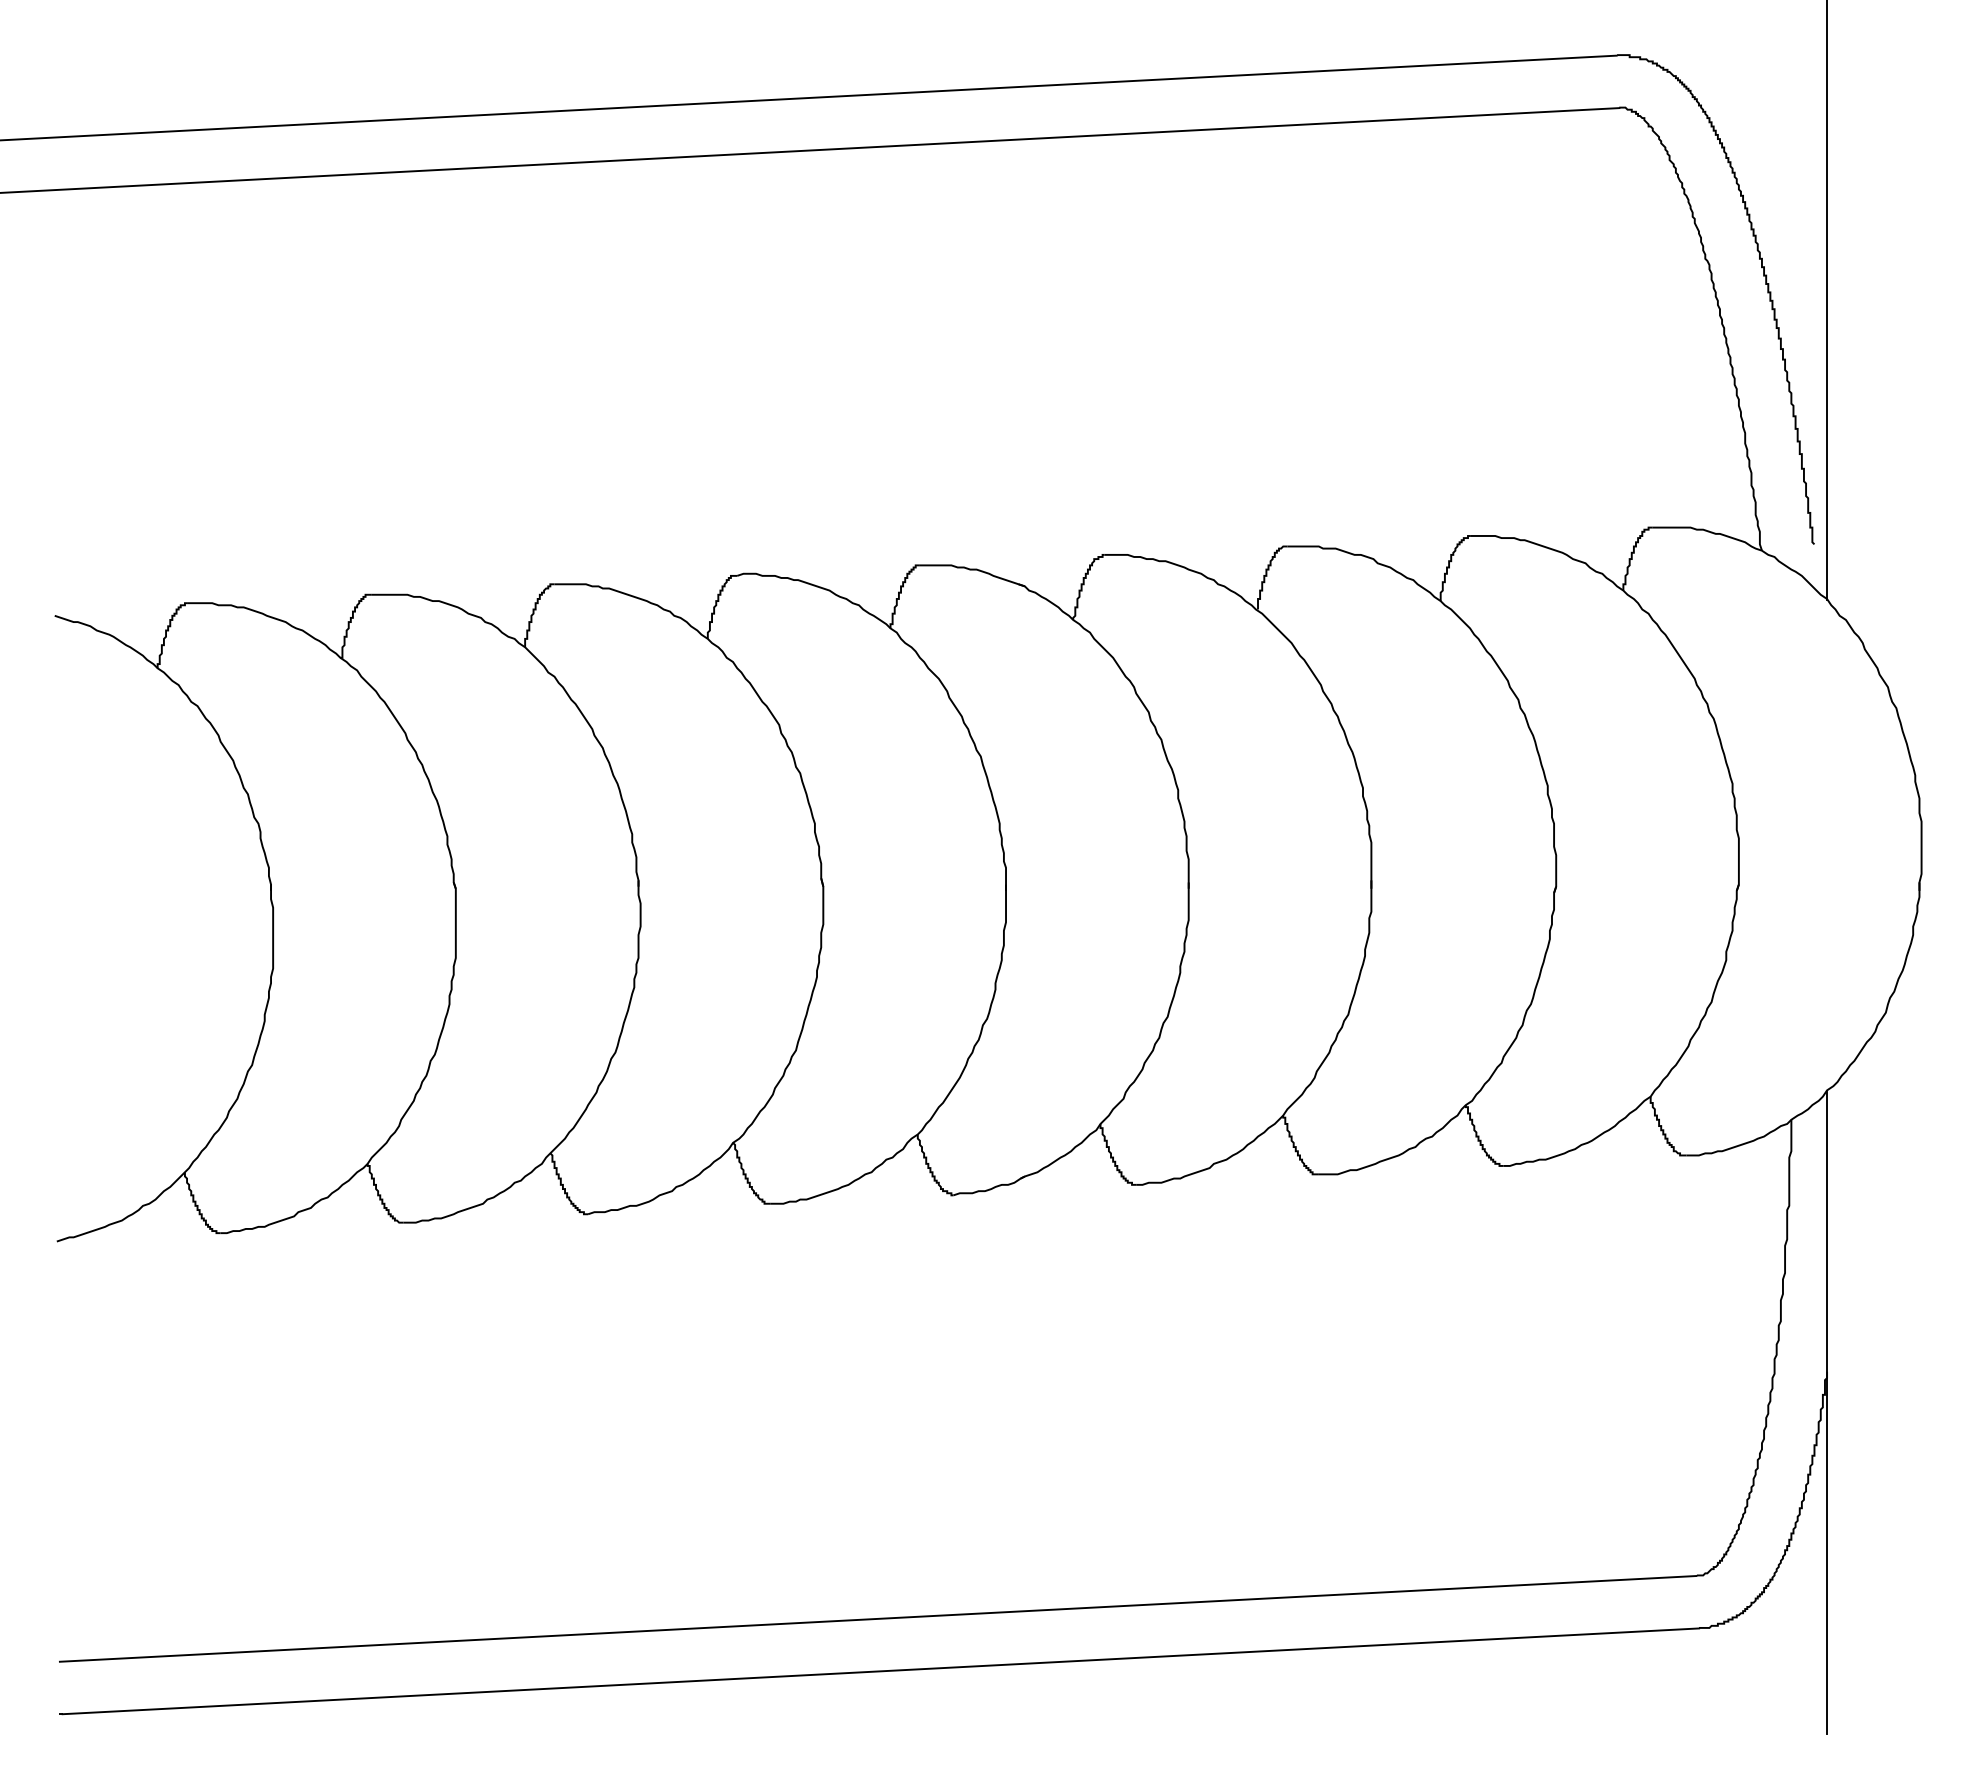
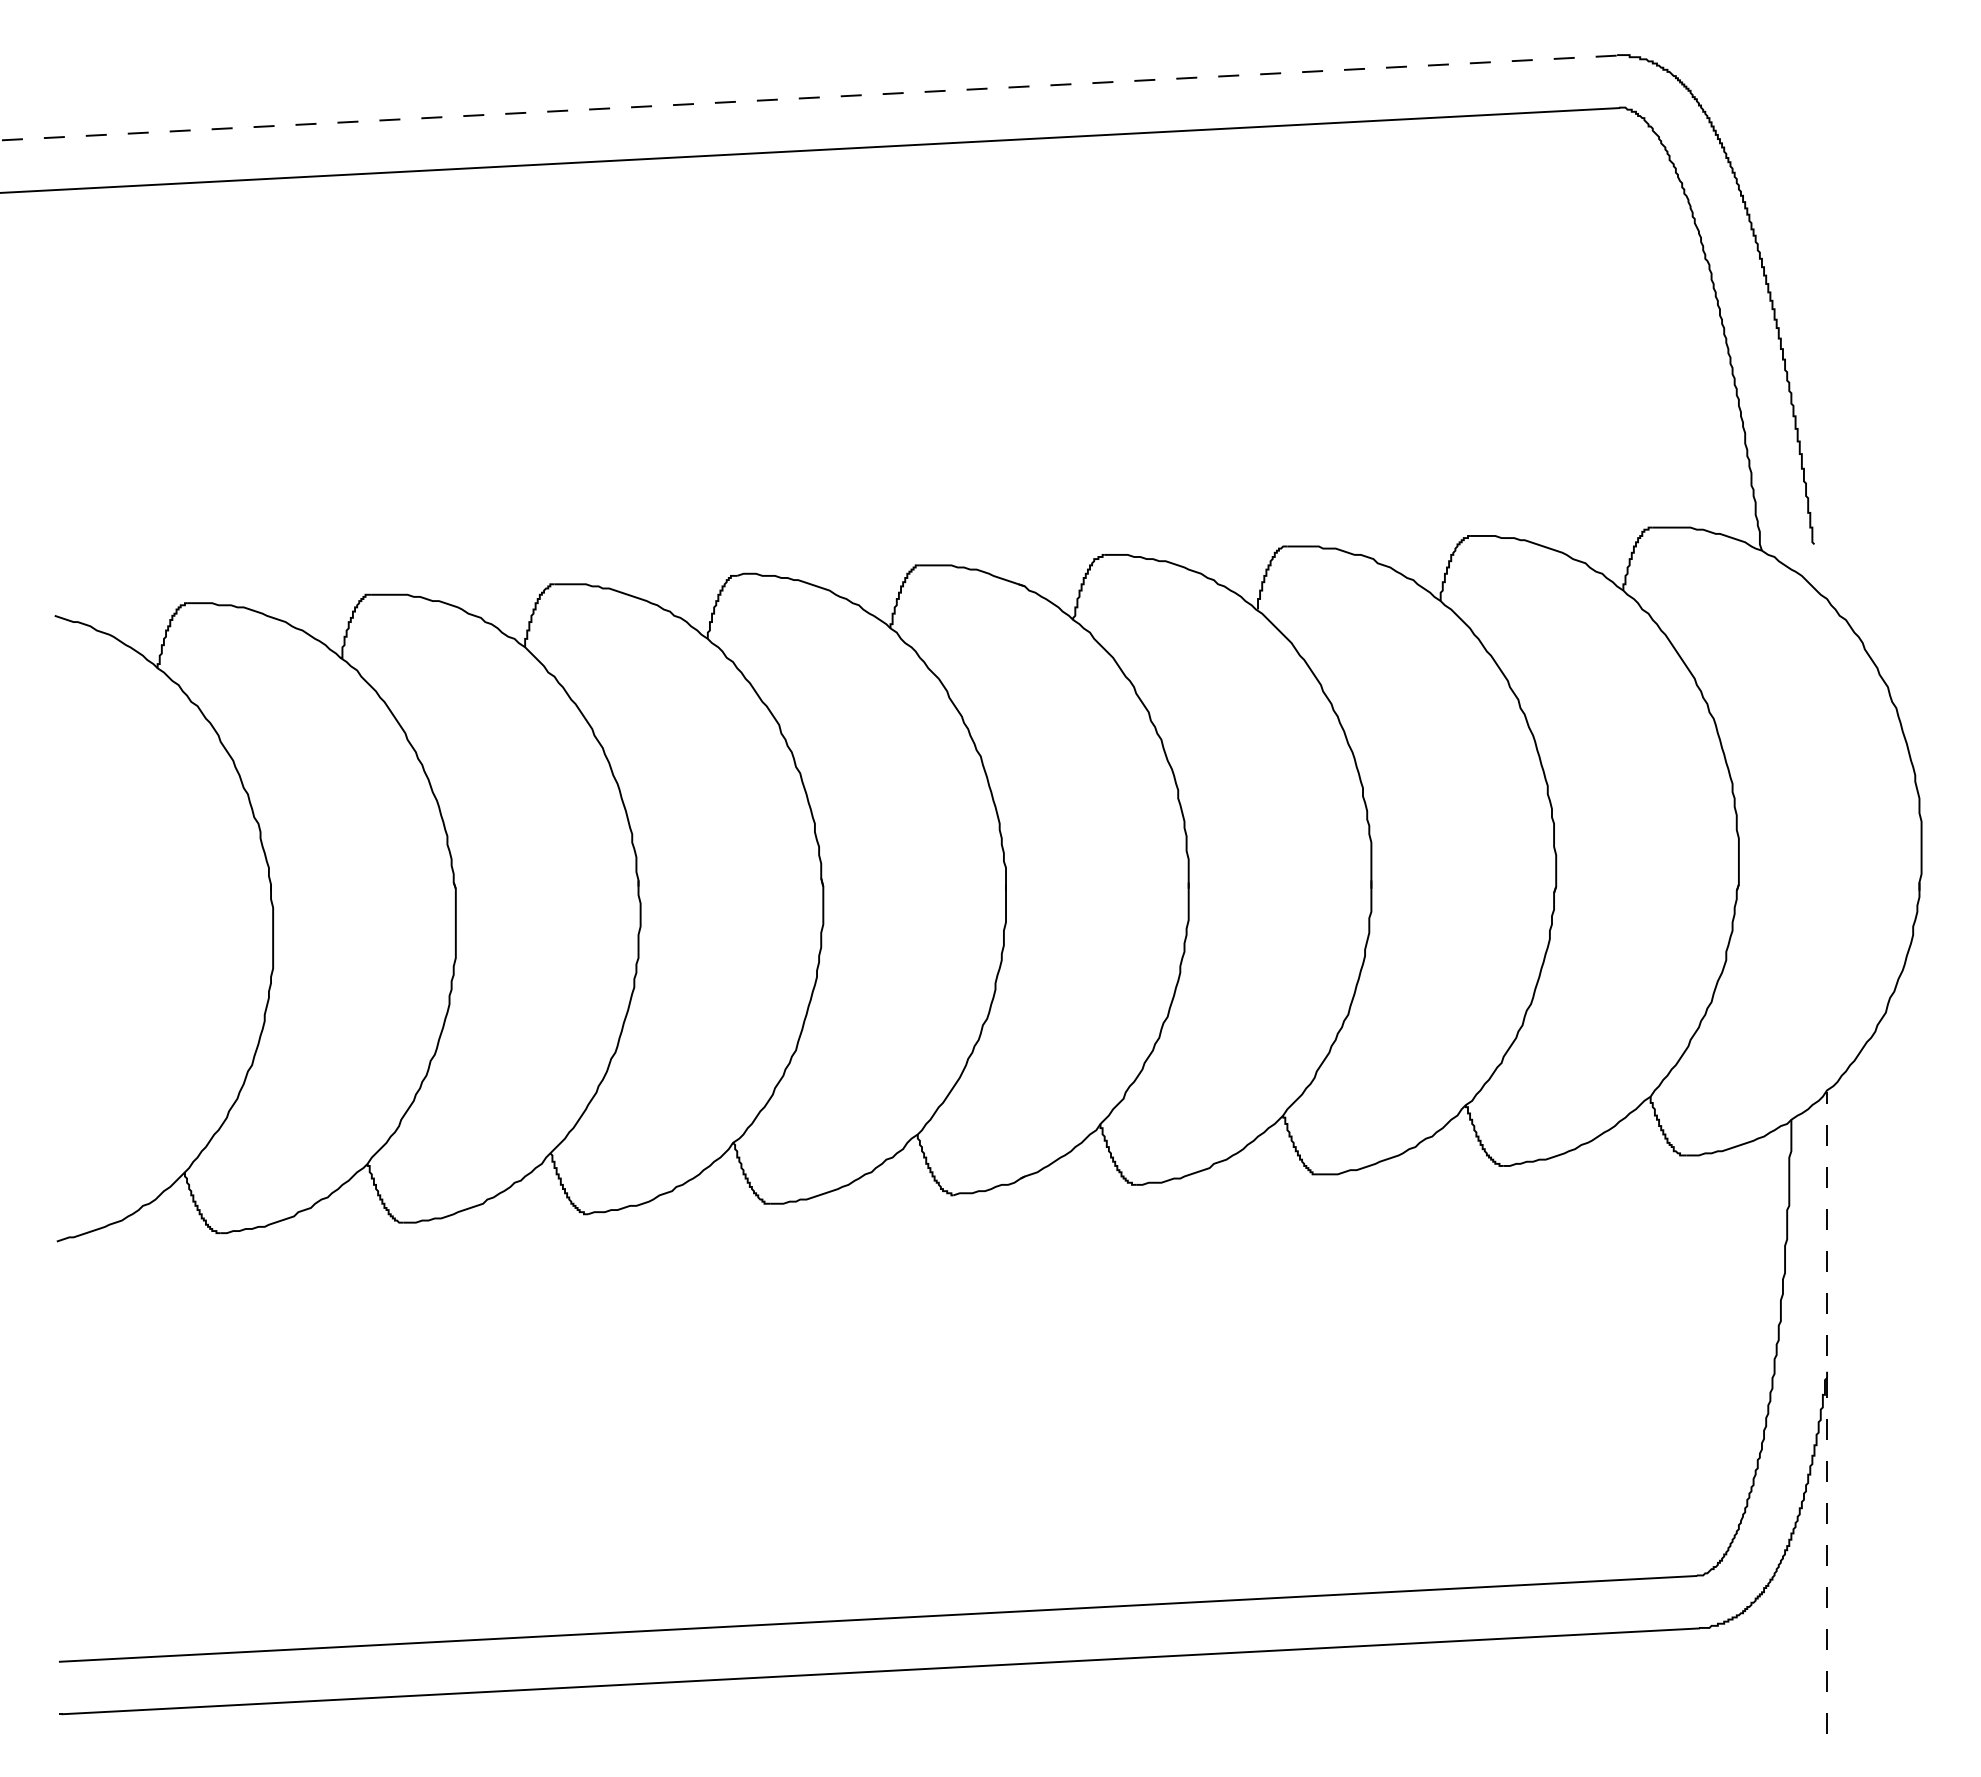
line at (807, 98): solid -> dashed
line at (1826, 301): present -> none
line at (1826, 1412): solid -> dashed
